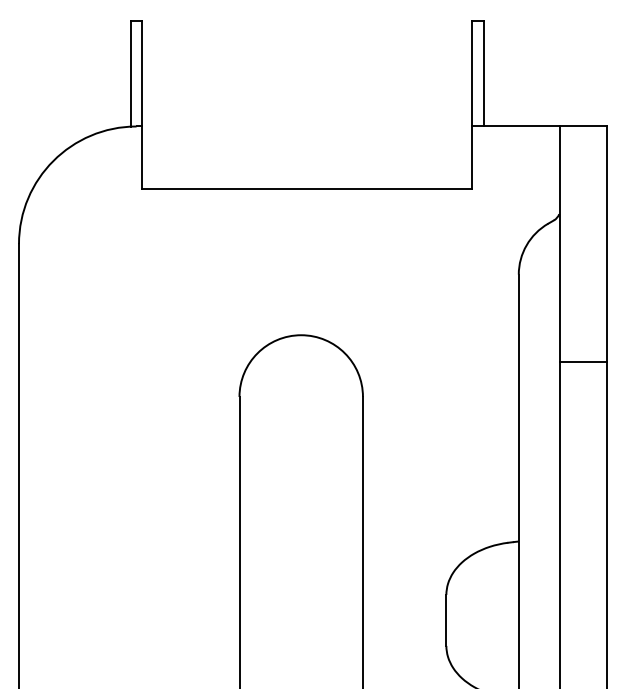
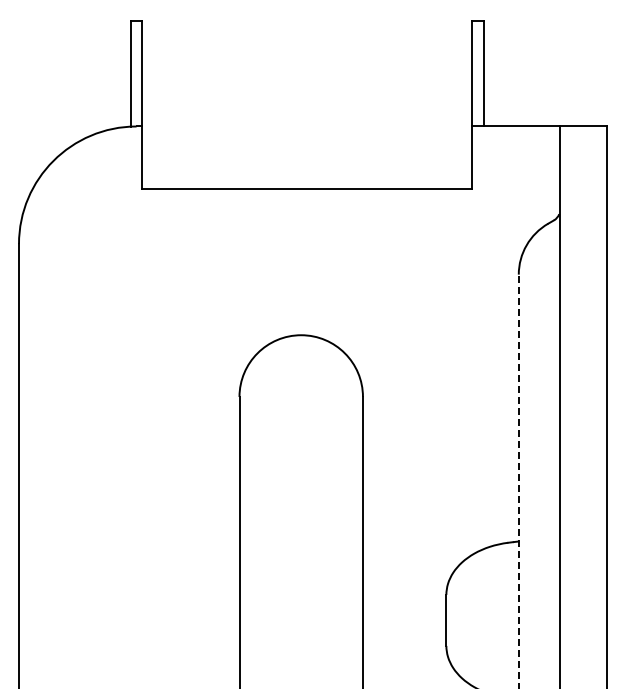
line at (582, 361): present -> none
line at (518, 481): solid -> dashed
